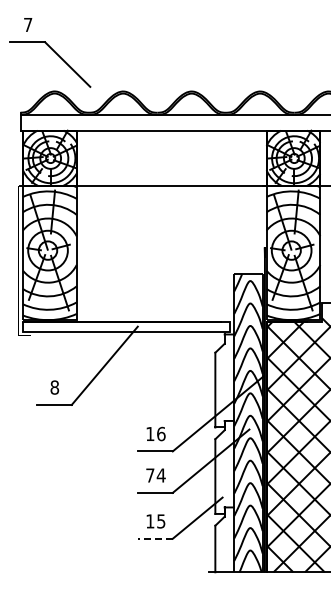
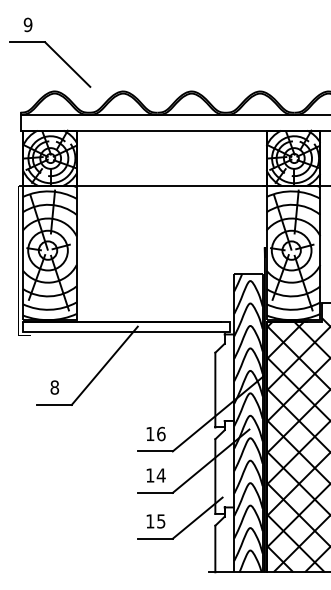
text at (27, 24): 7 -> 9
text at (150, 475): 74 -> 14
line at (154, 538): dashed -> solid
